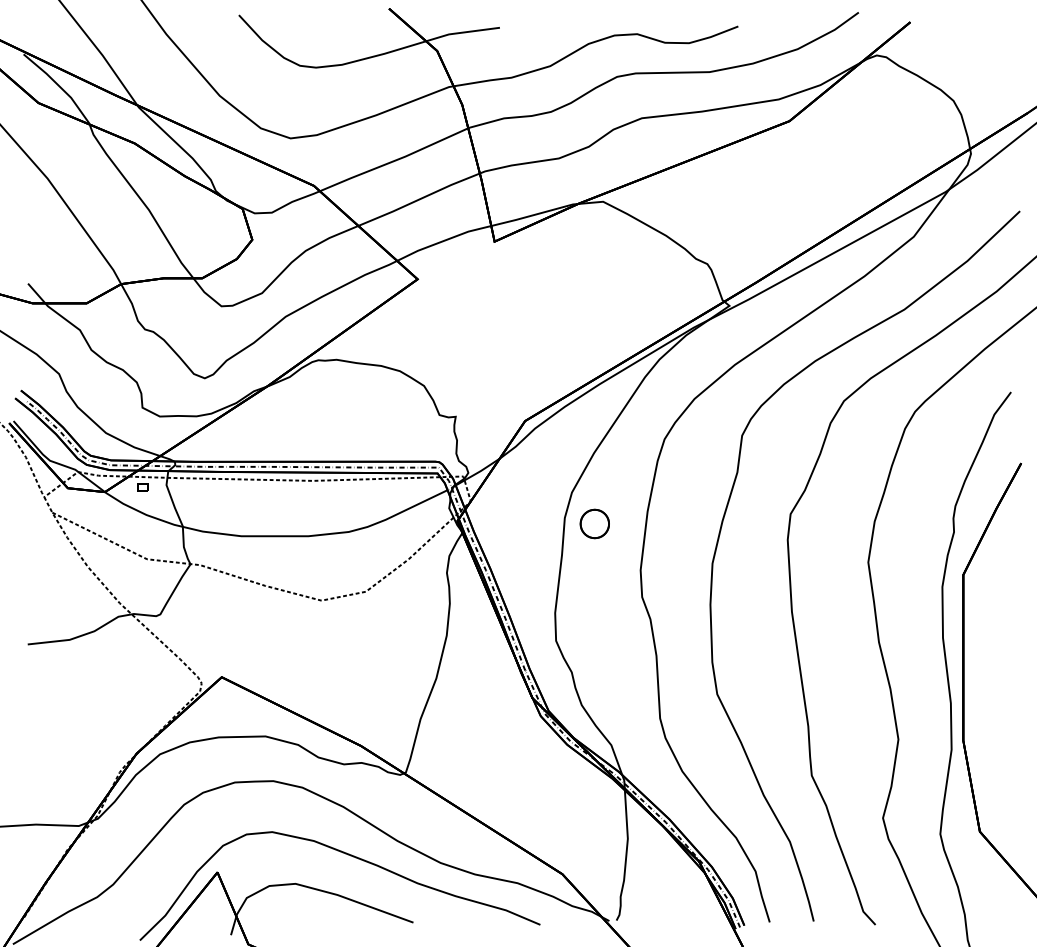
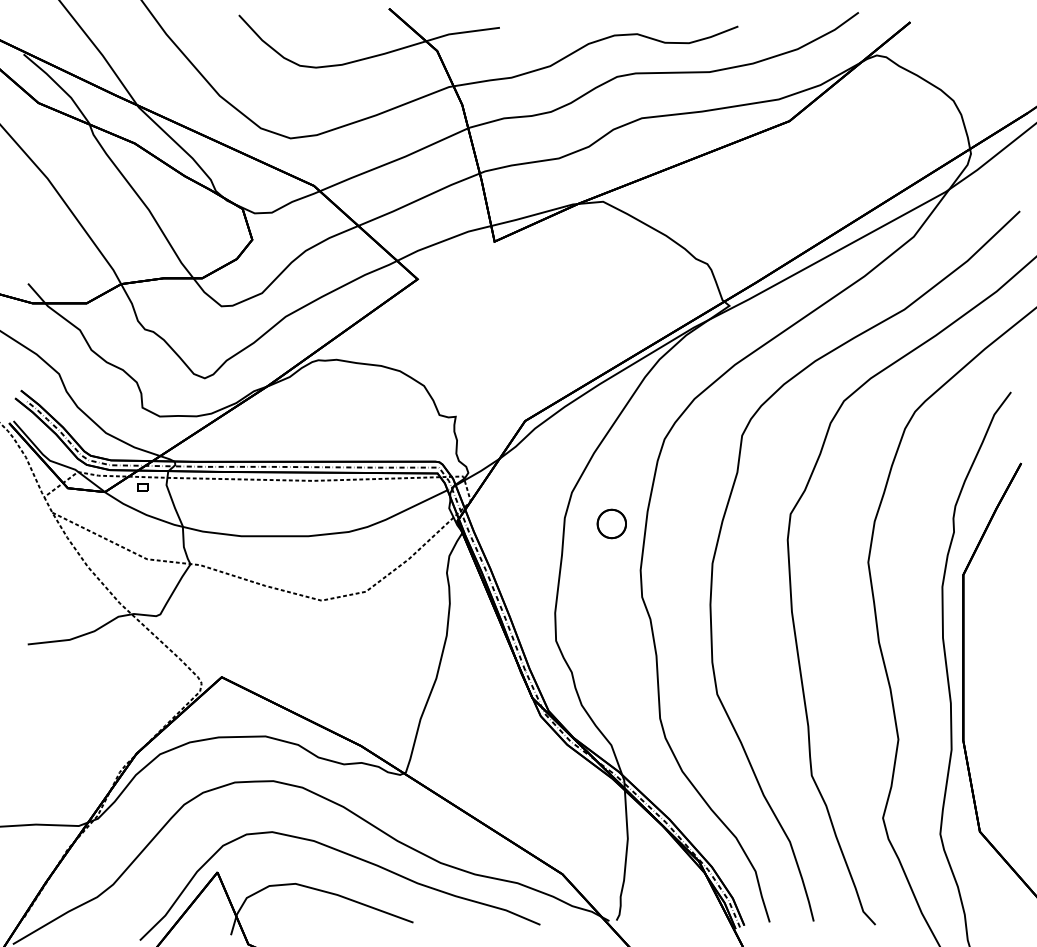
part at (594, 523) position: (594, 523) -> (611, 523)
